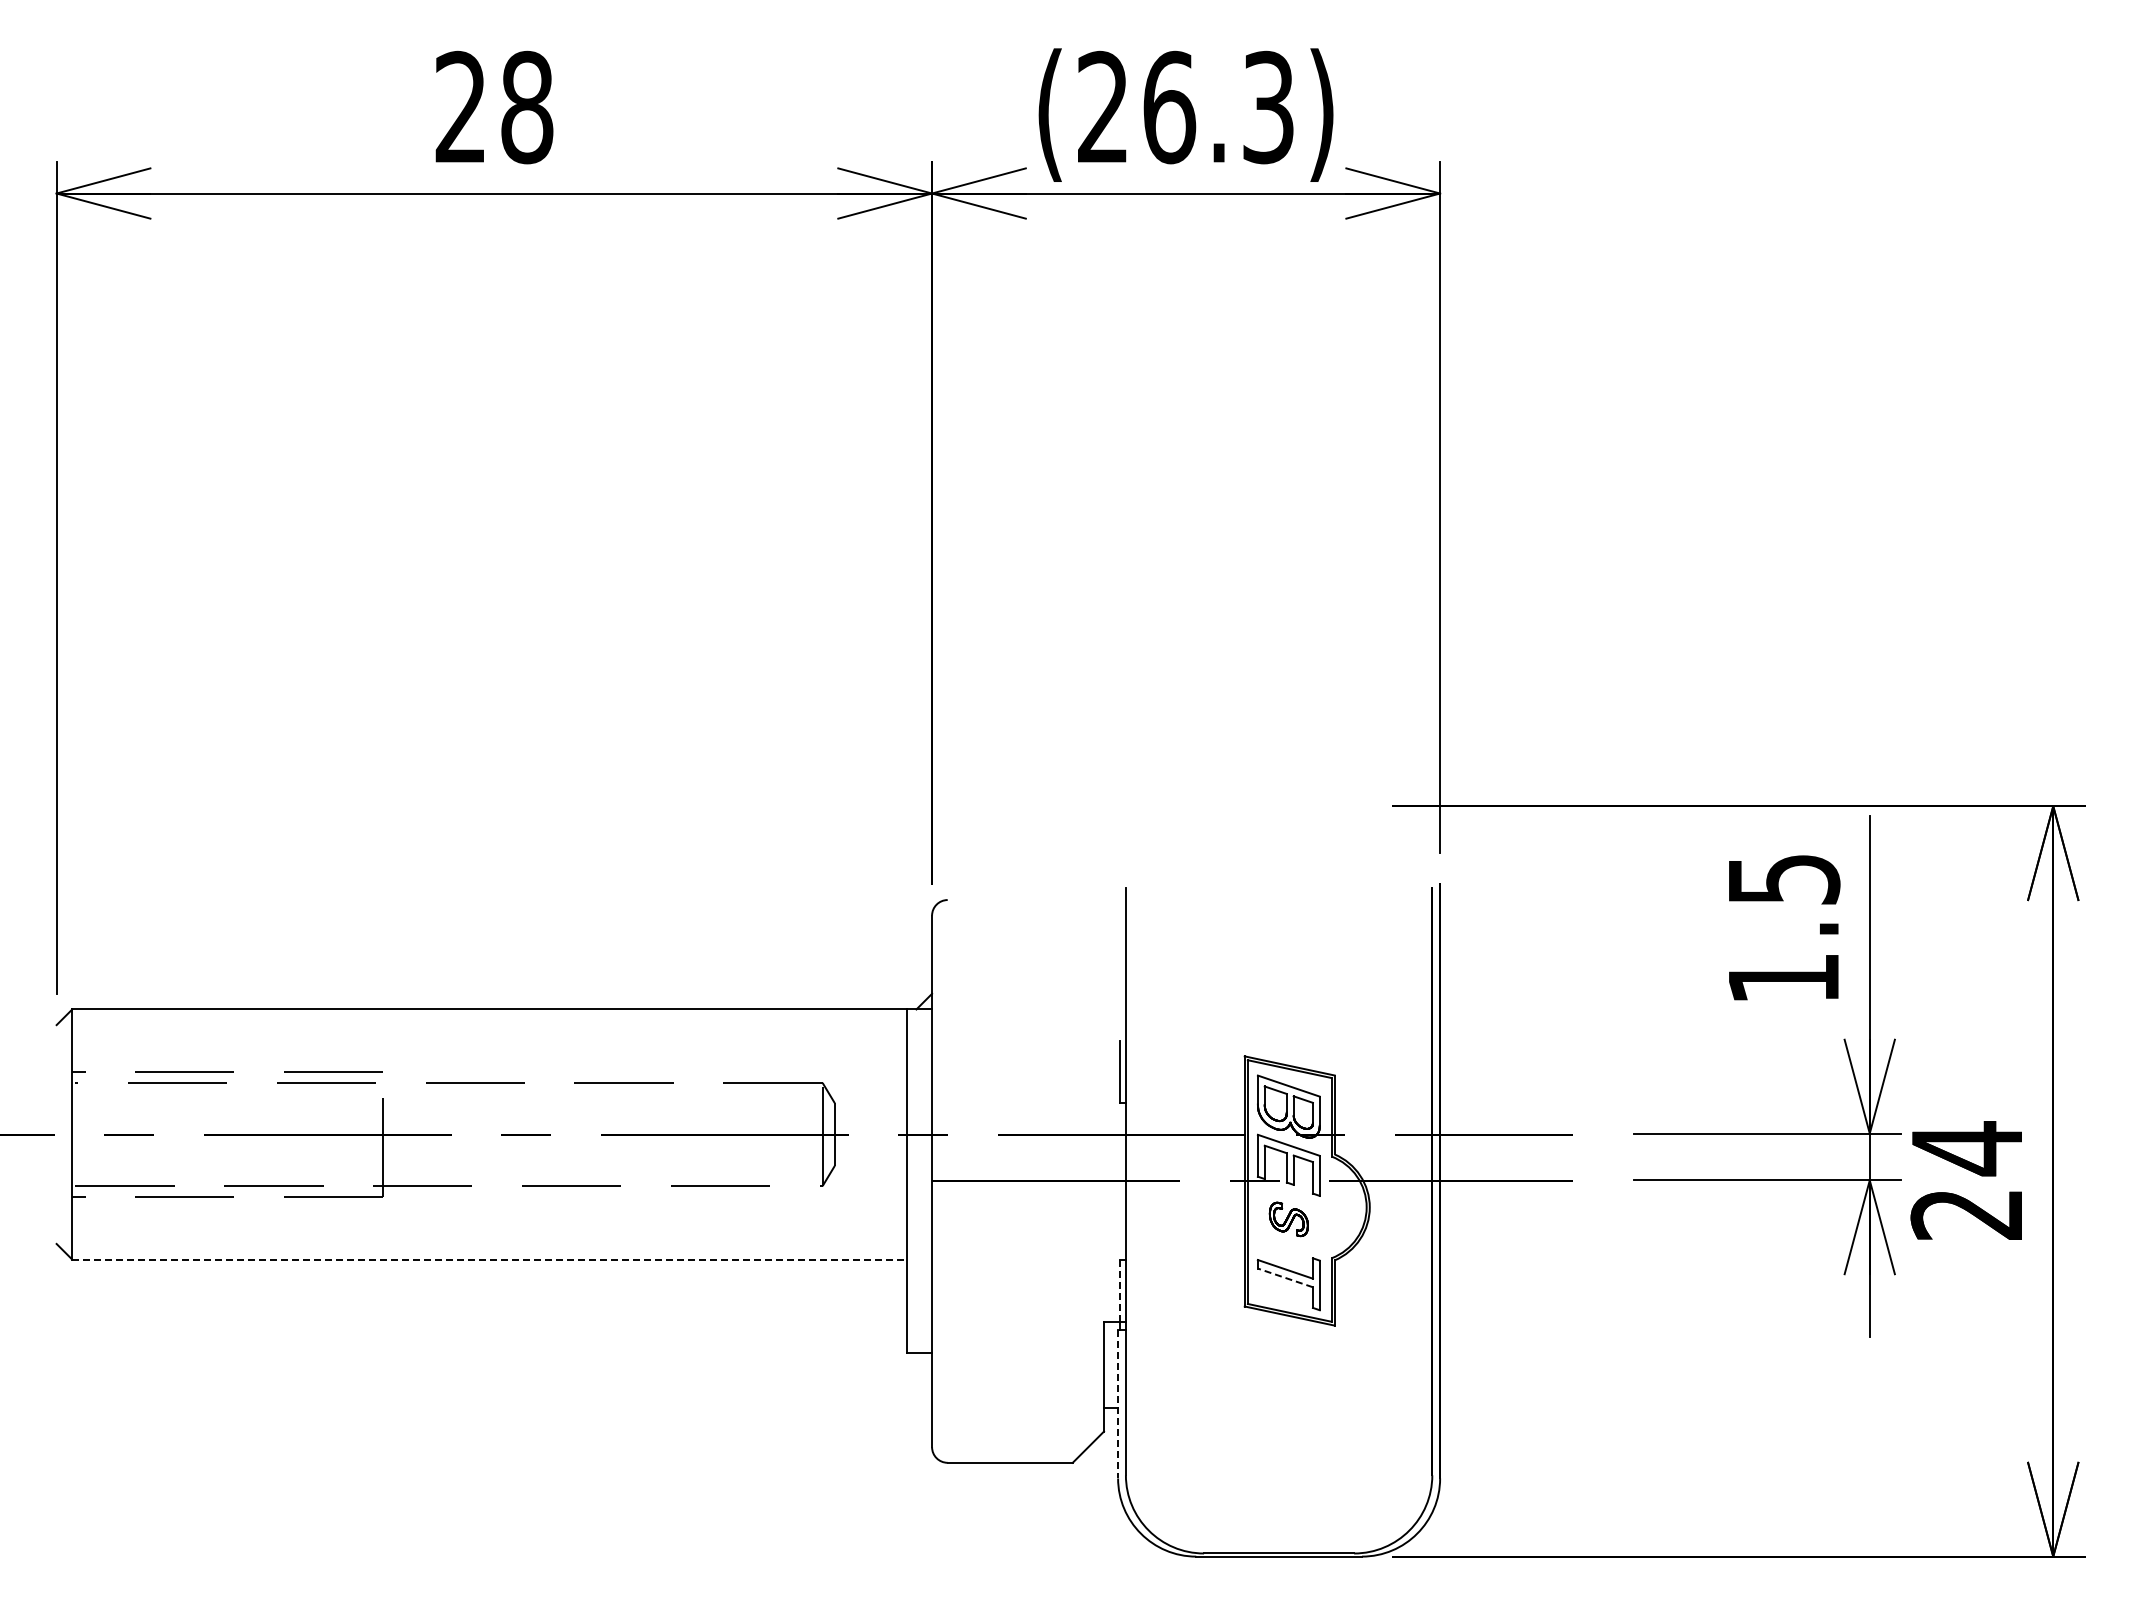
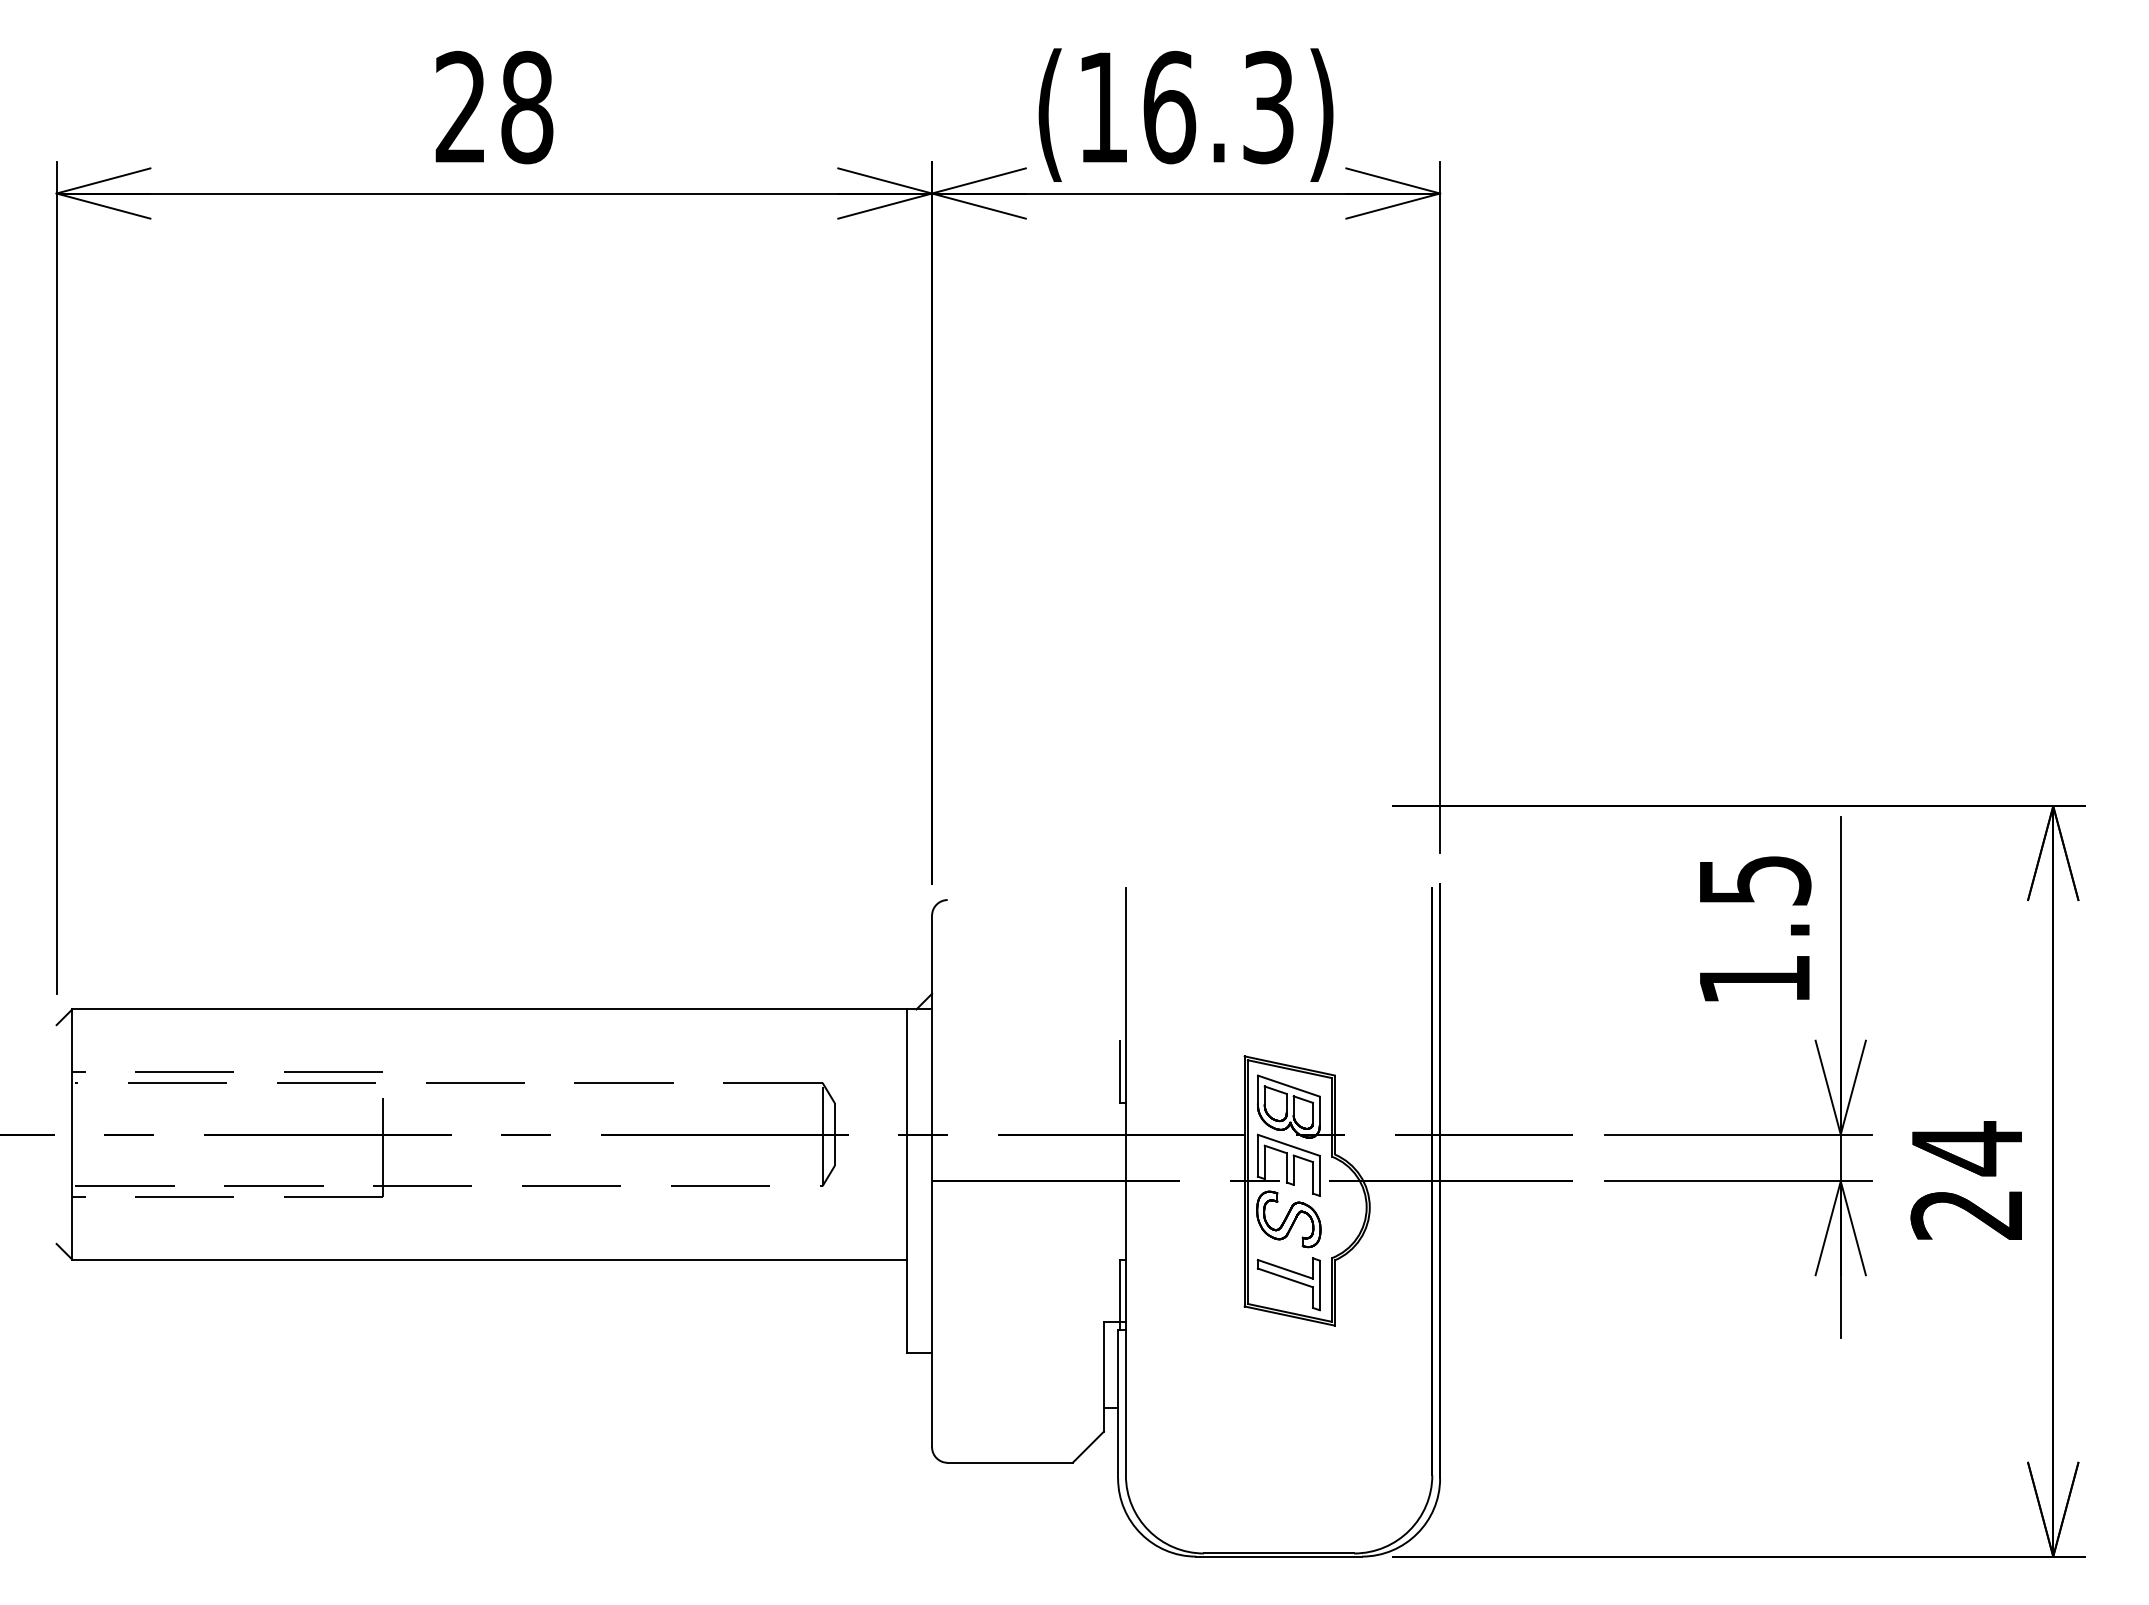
text at (1102, 106): (26.3) -> (16.3)
part at (1767, 1133) position: (1767, 1133) -> (1738, 1134)
part at (1288, 1219) size: 41x37 px -> 66x59 px
line at (490, 1259): dashed -> solid
line at (1284, 1277): dashed -> solid
line at (1119, 1290): dashed -> solid
line at (1118, 1404): dashed -> solid
